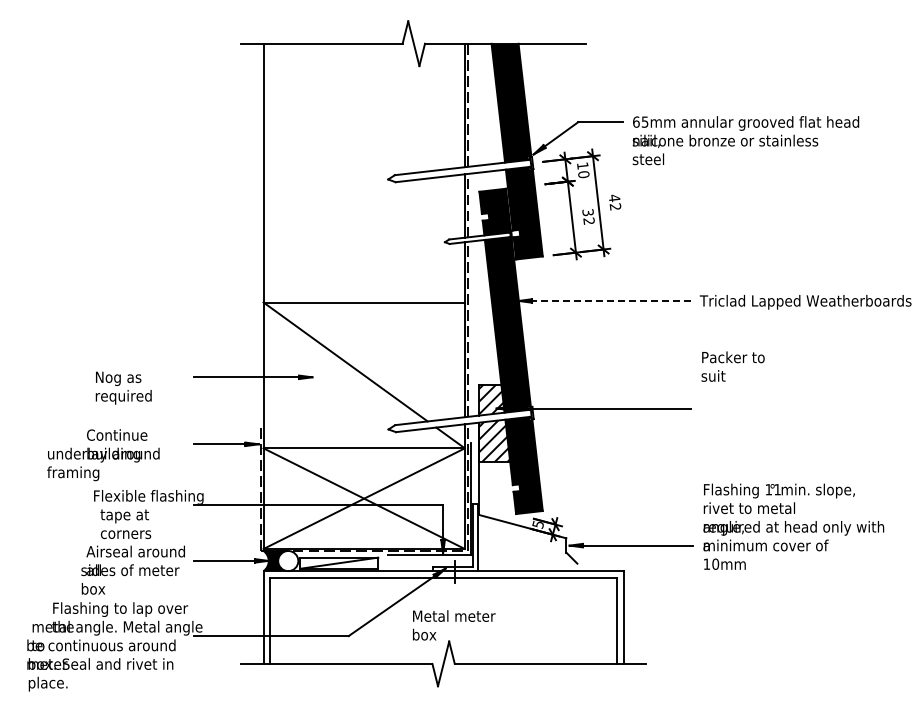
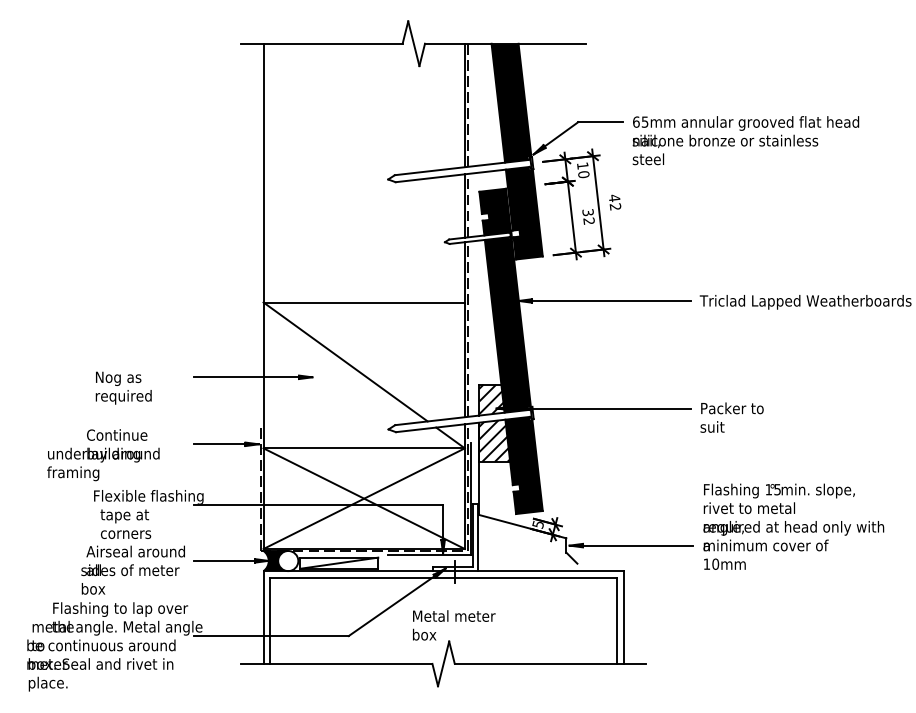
line at (605, 300): dashed -> solid
text at (732, 366) position: (732, 366) -> (731, 417)
text at (777, 489): 11 -> 15
